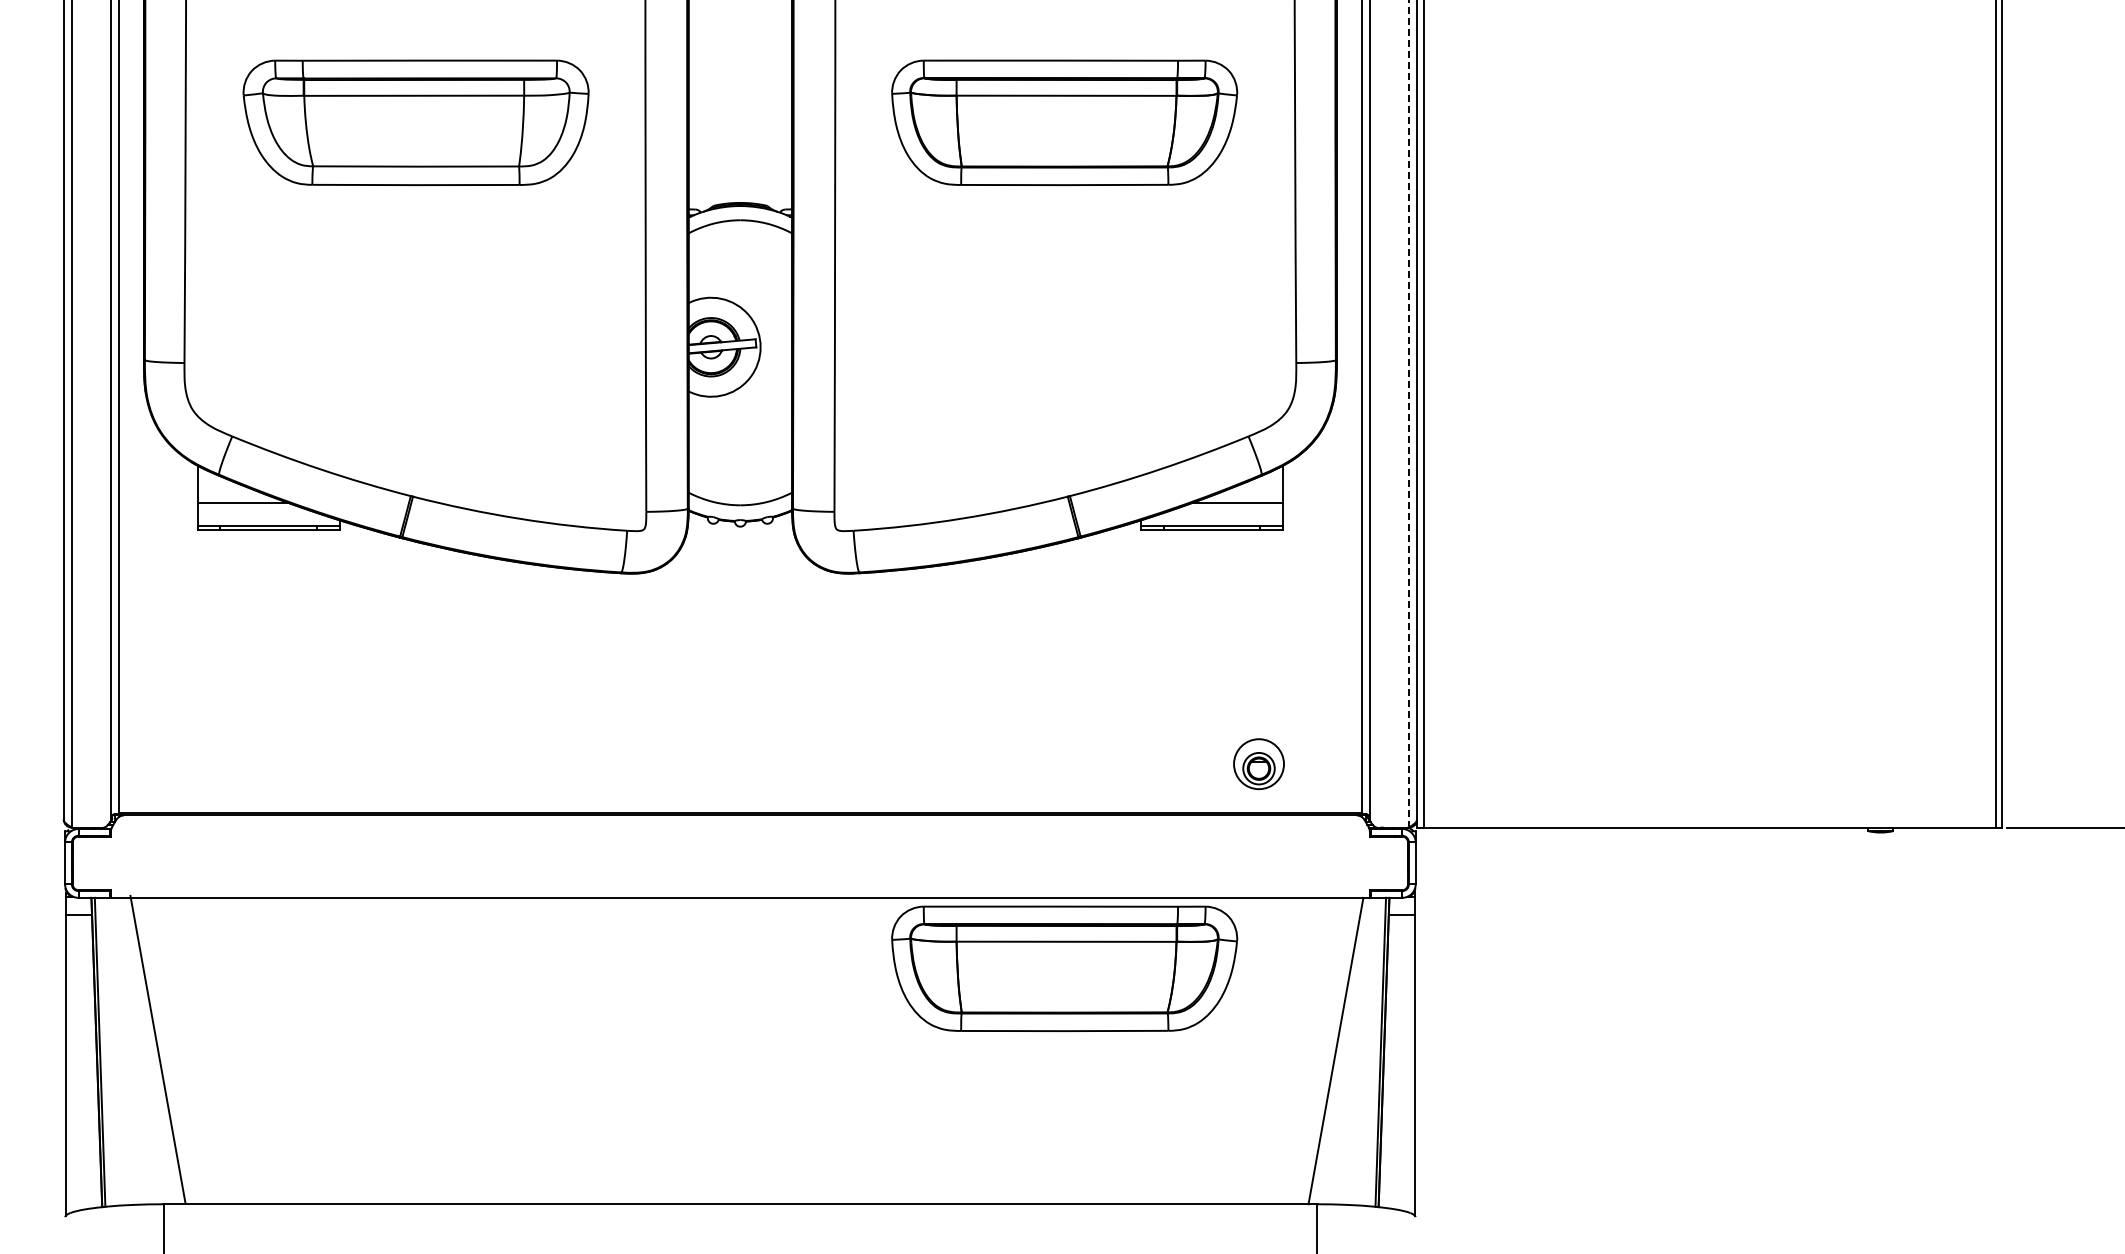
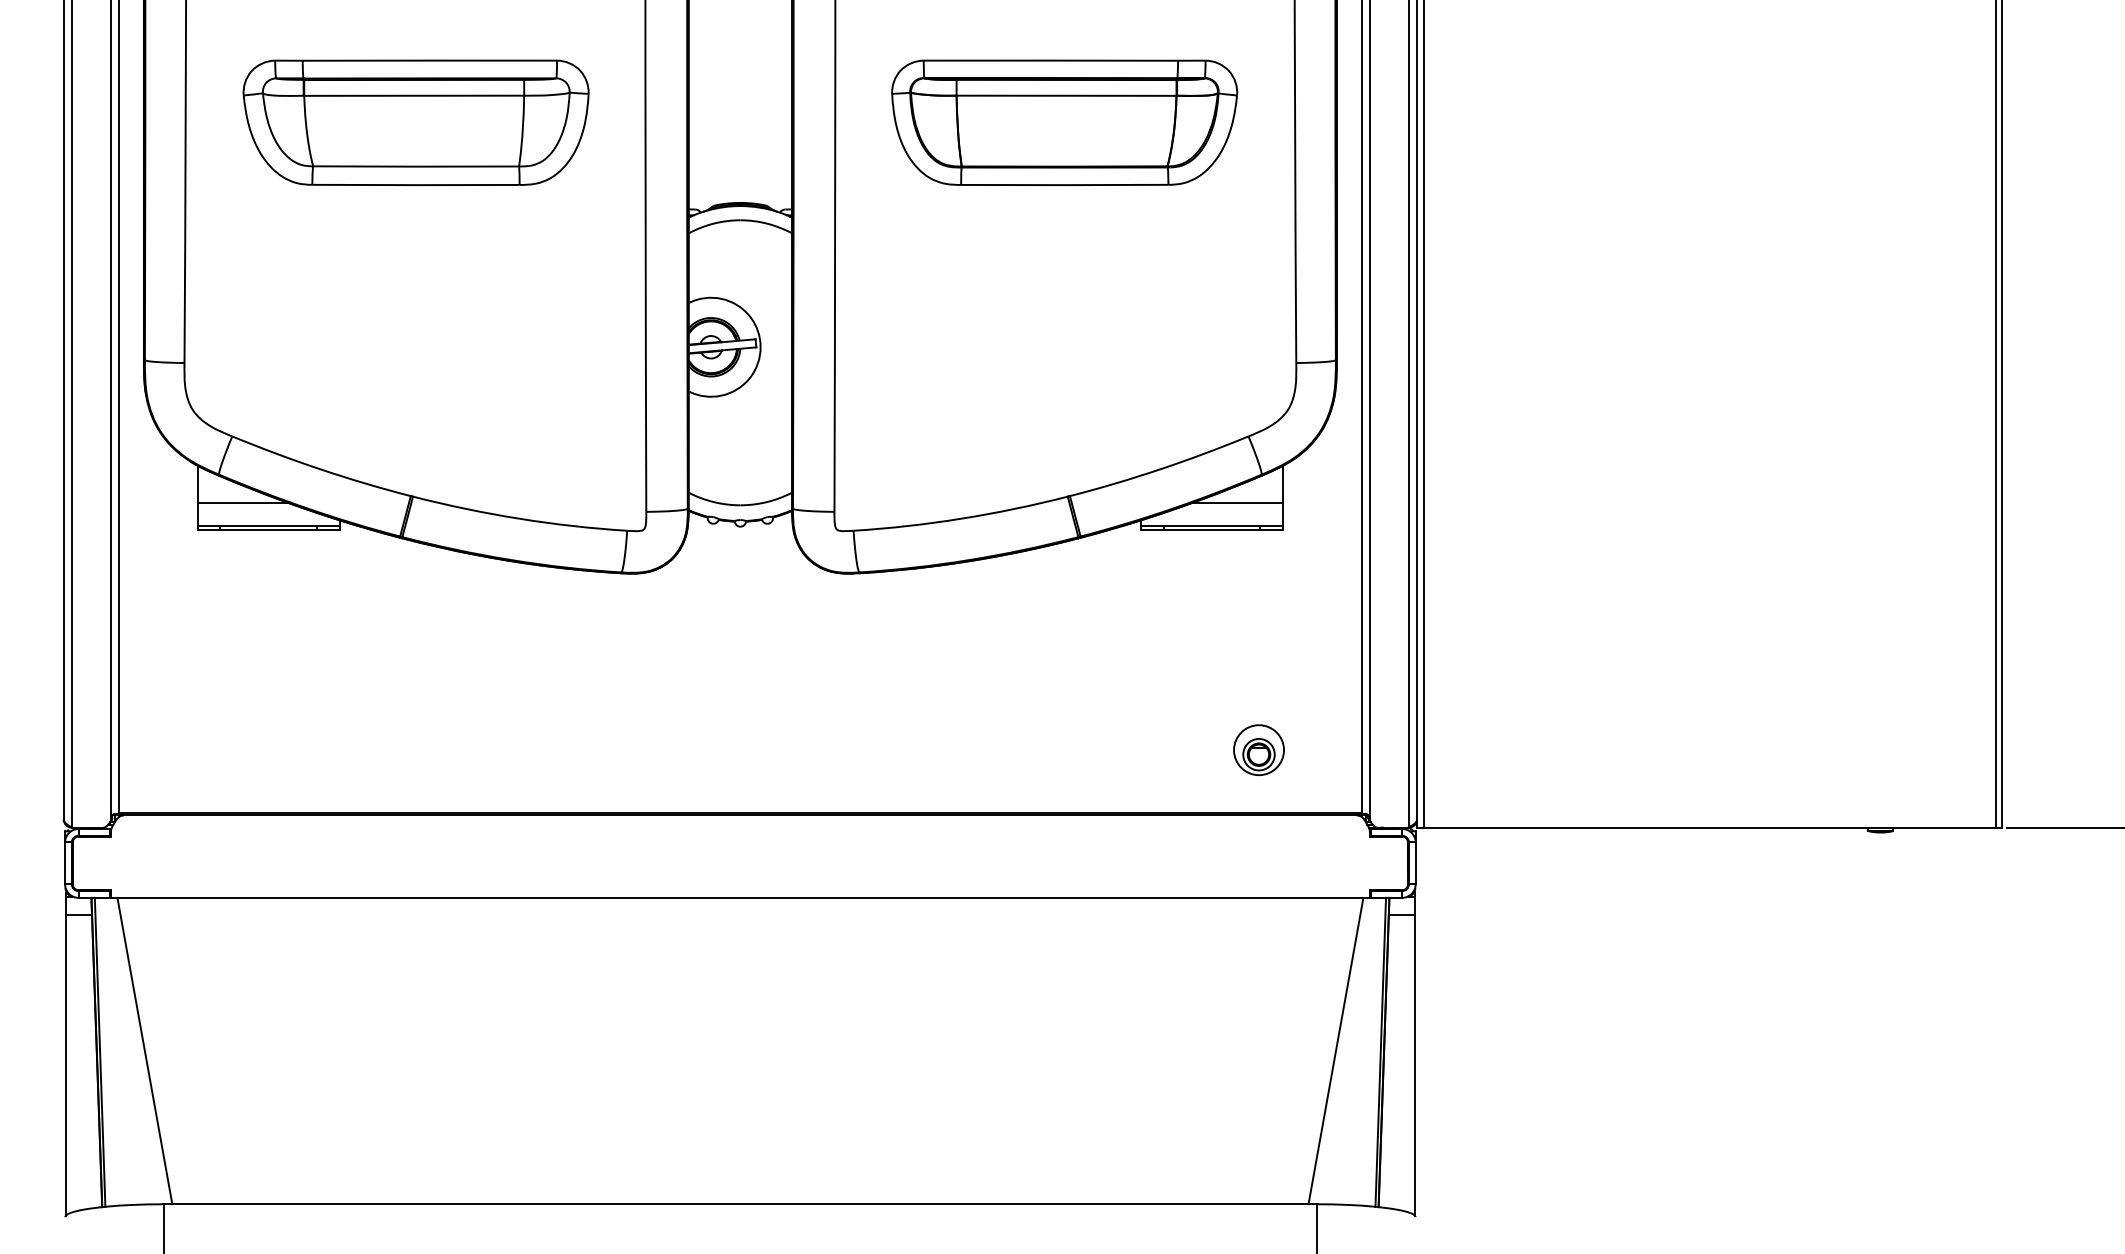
line at (1408, 413): dashed -> solid
part at (1258, 764) position: (1258, 764) -> (1258, 750)
part at (1064, 968): present -> none
line at (157, 1048) position: (157, 1048) -> (144, 1050)
